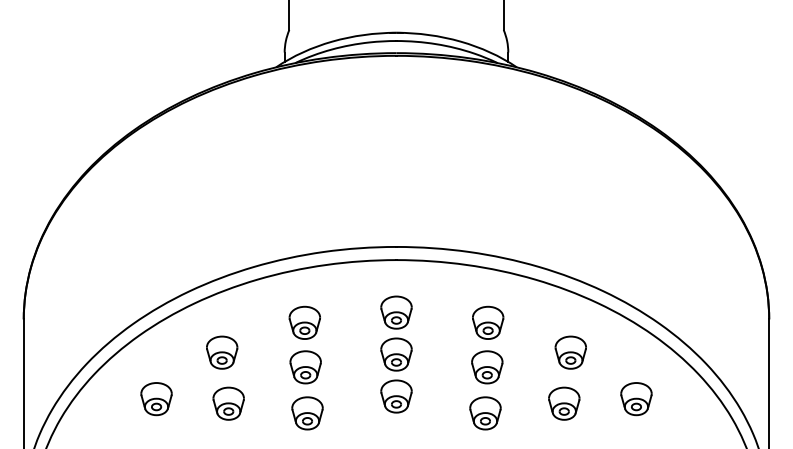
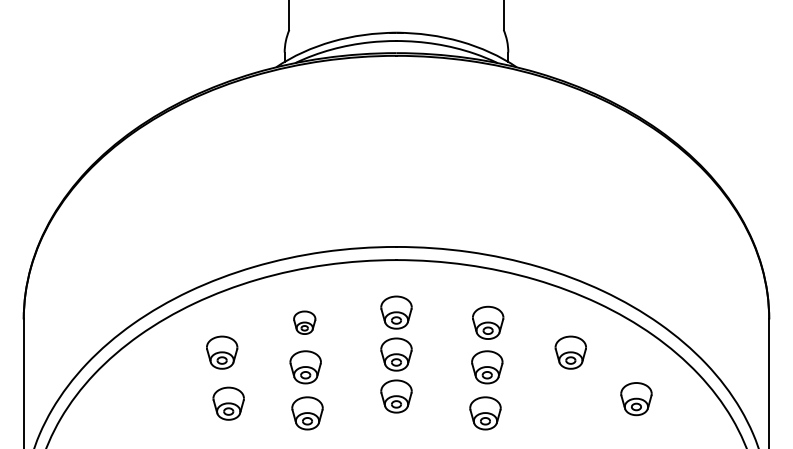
part at (304, 322) size: 33x35 px -> 24x25 px
part at (156, 399): present -> none
part at (564, 403): present -> none
